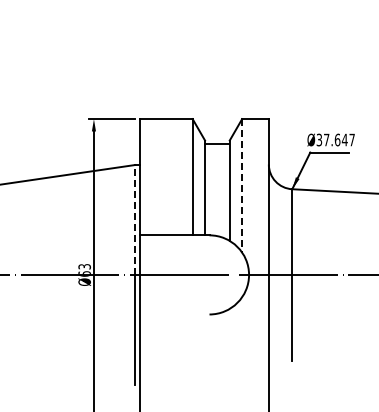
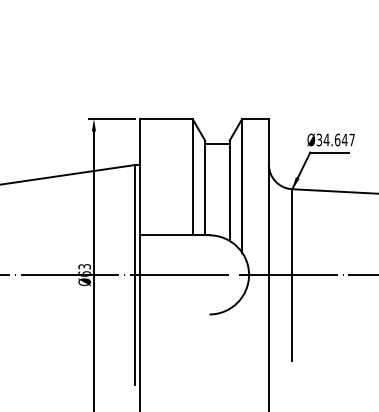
text at (326, 139): Ø37.647 -> Ø34.647
line at (242, 185): dashed -> solid
line at (135, 219): dashed -> solid
